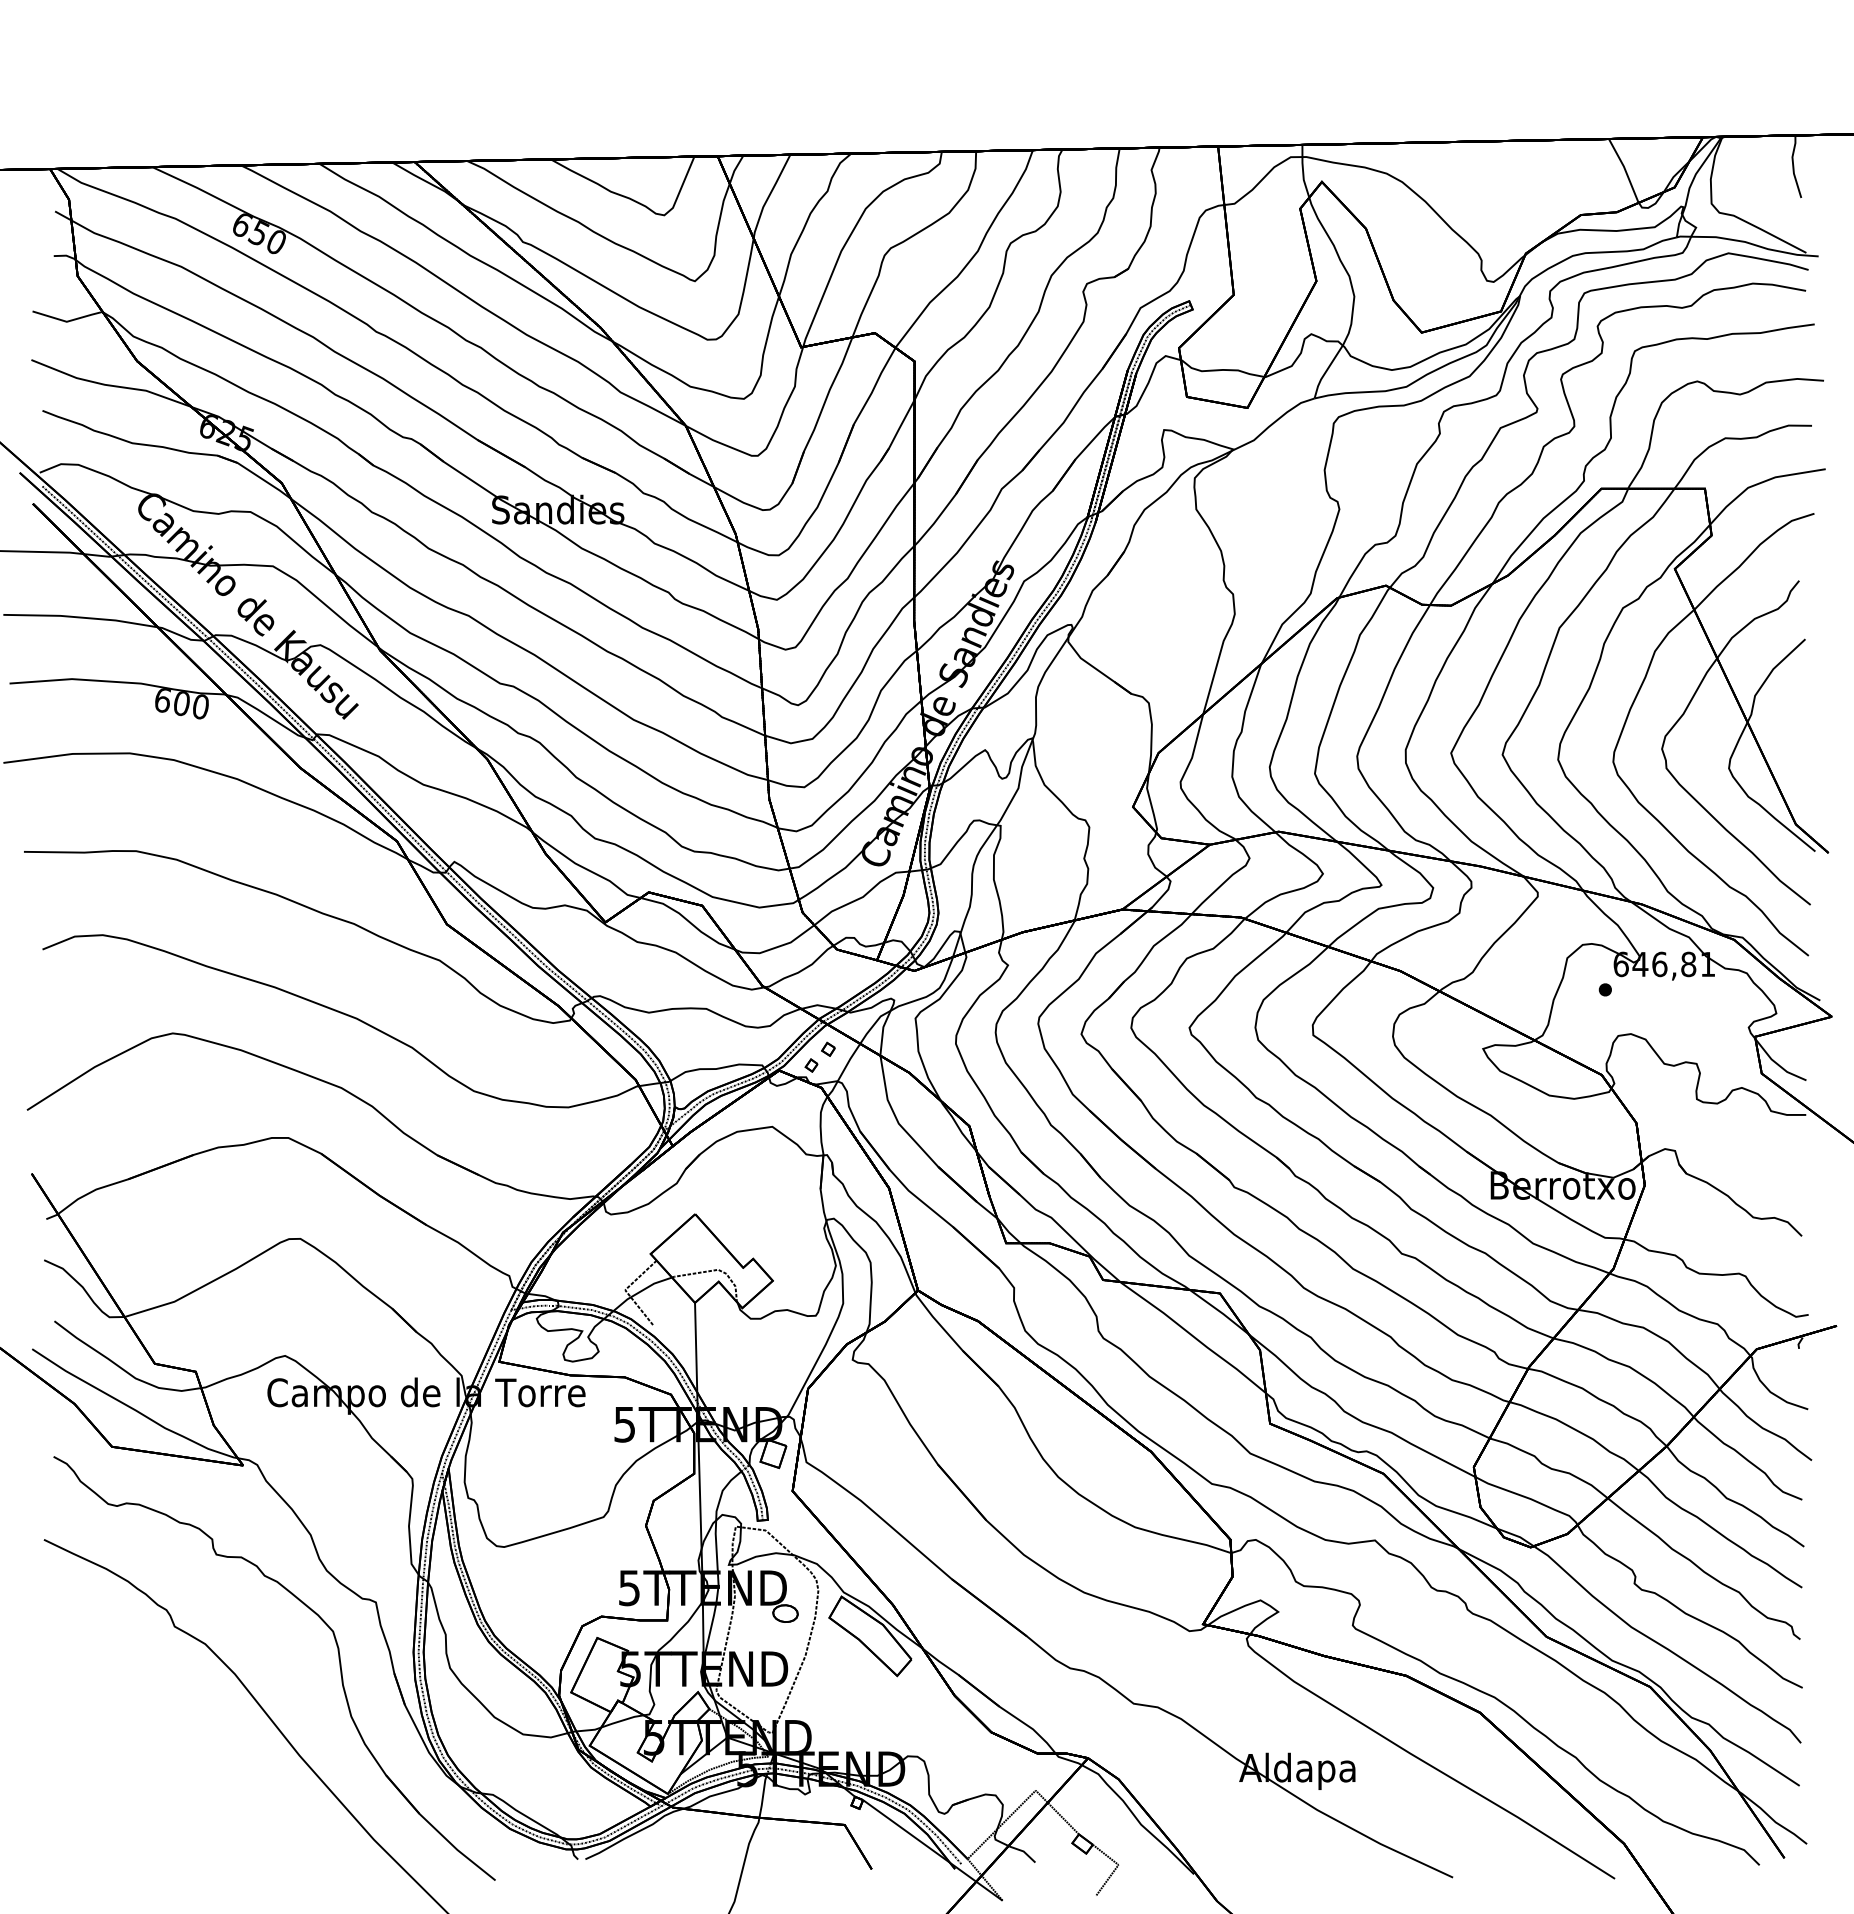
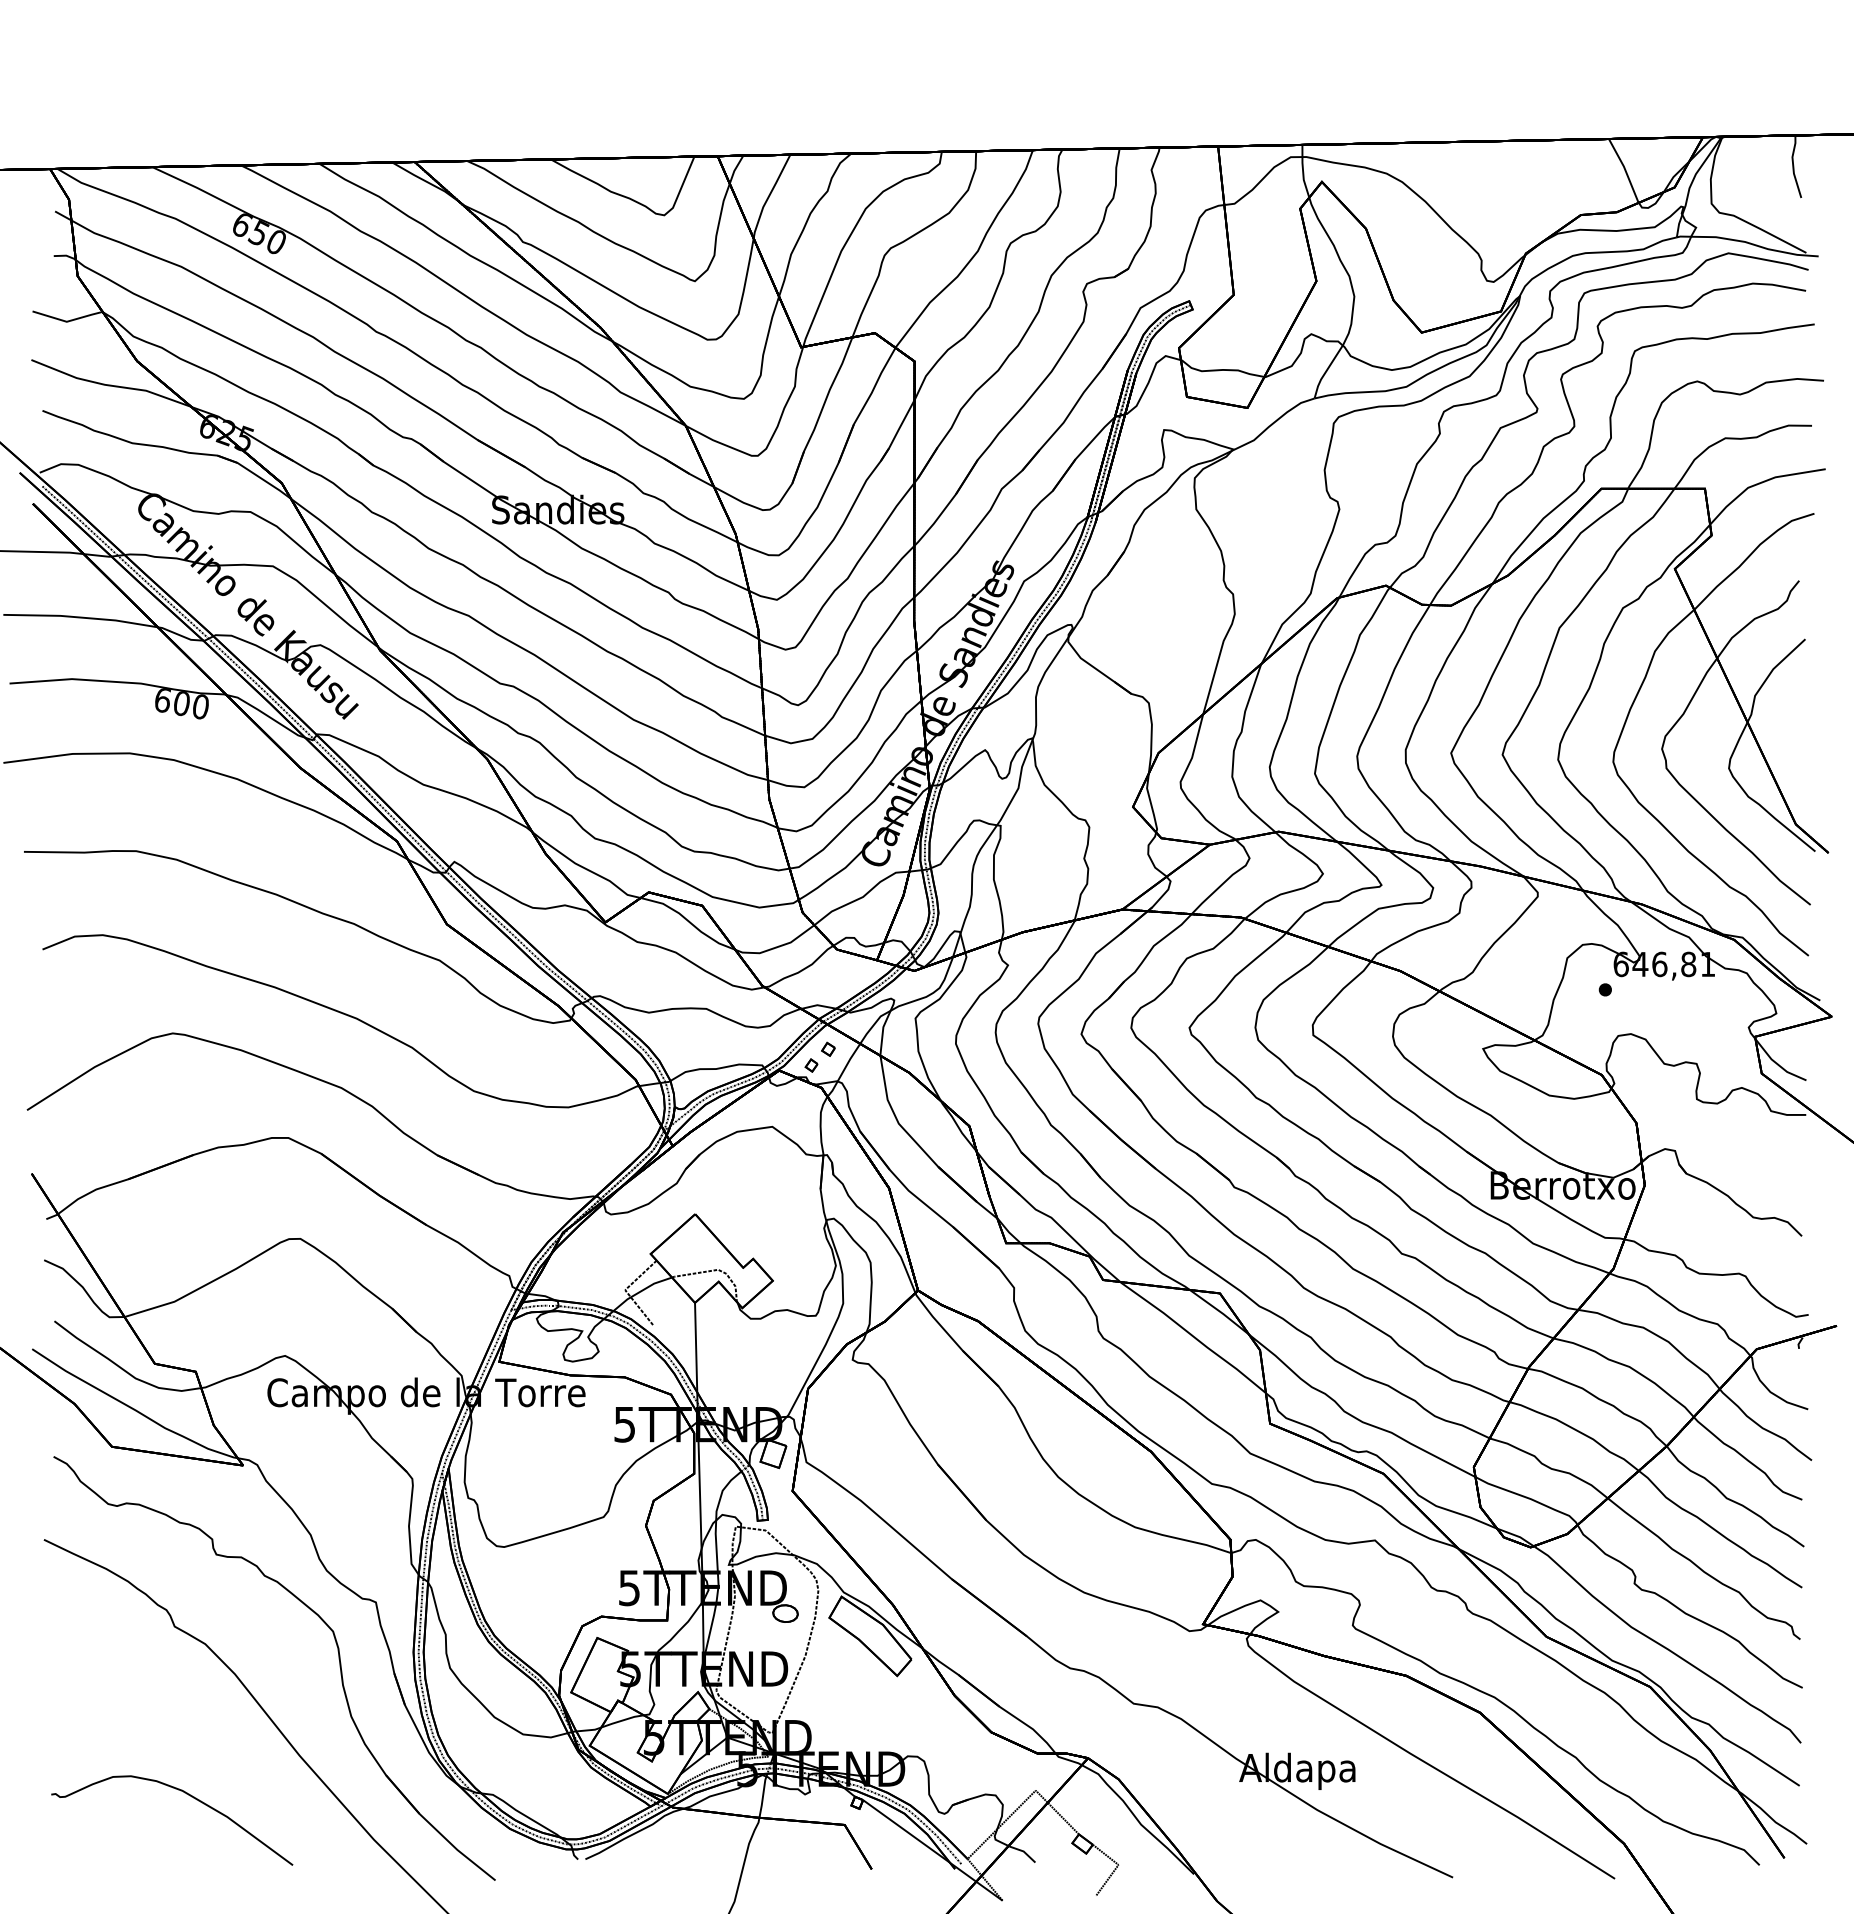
part at (186, 1794): none -> present
